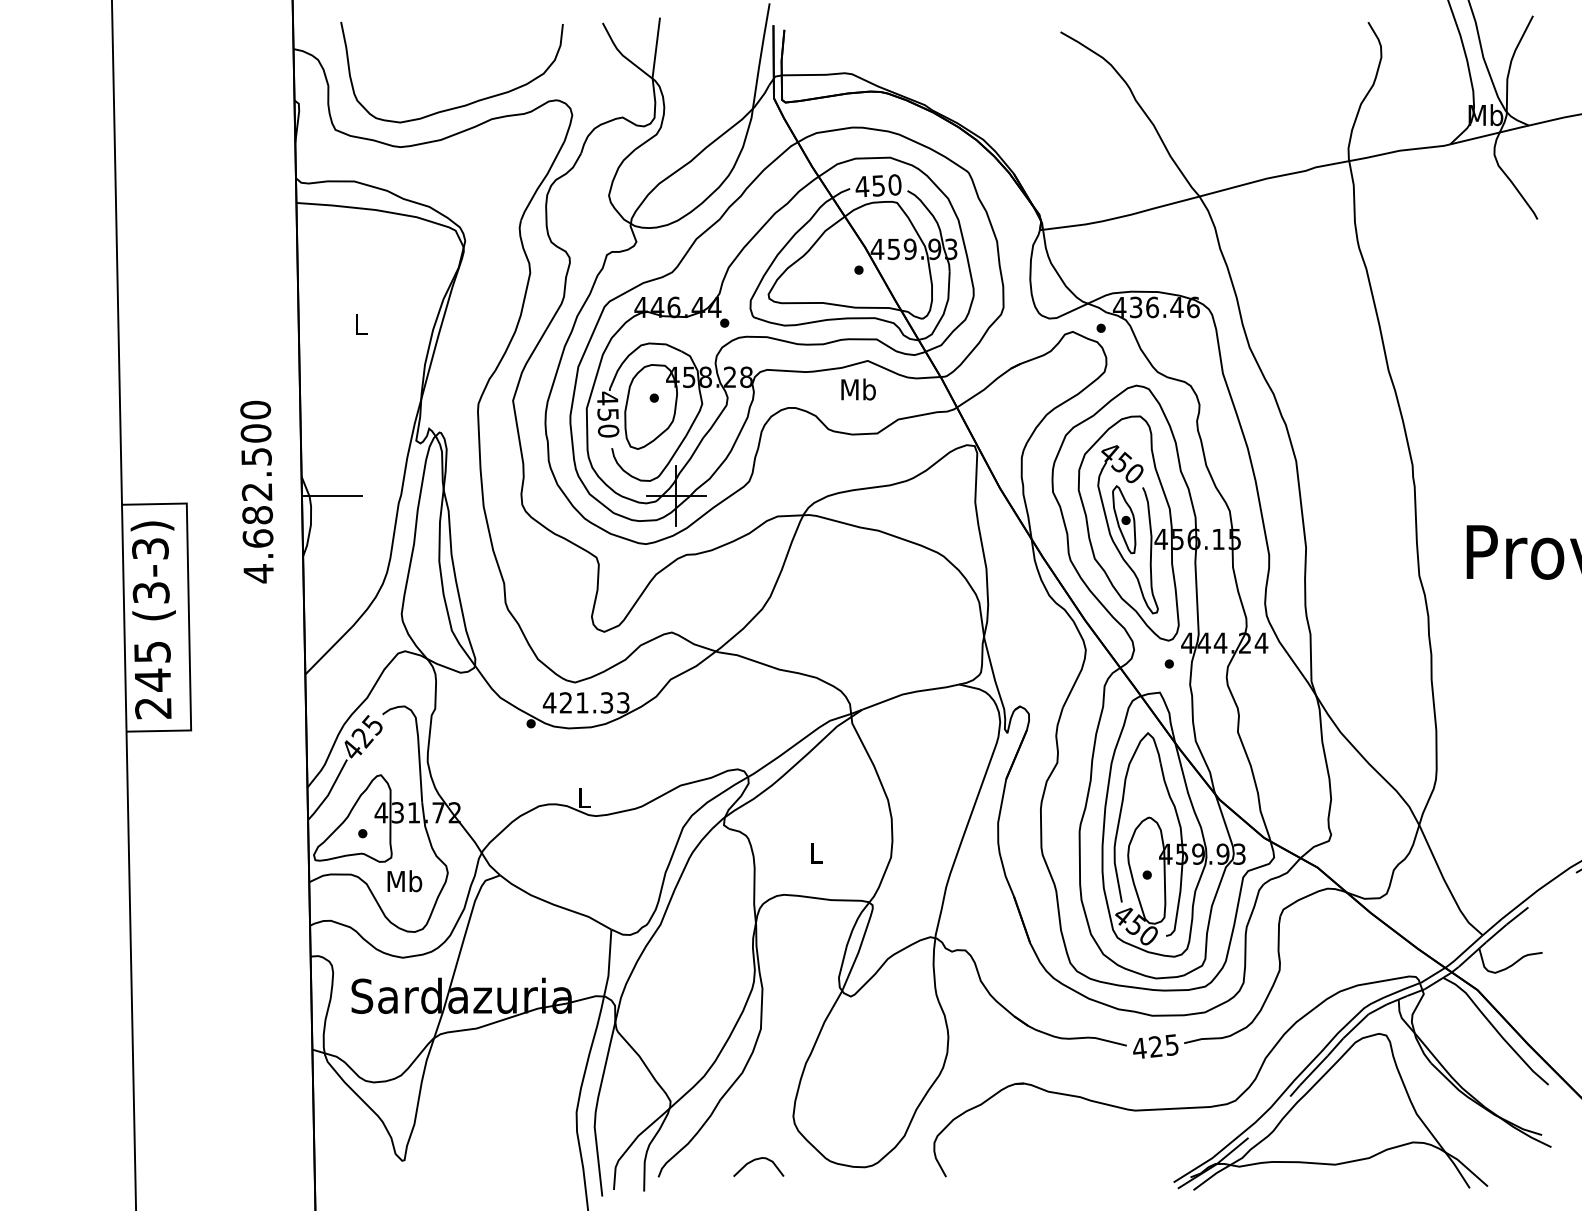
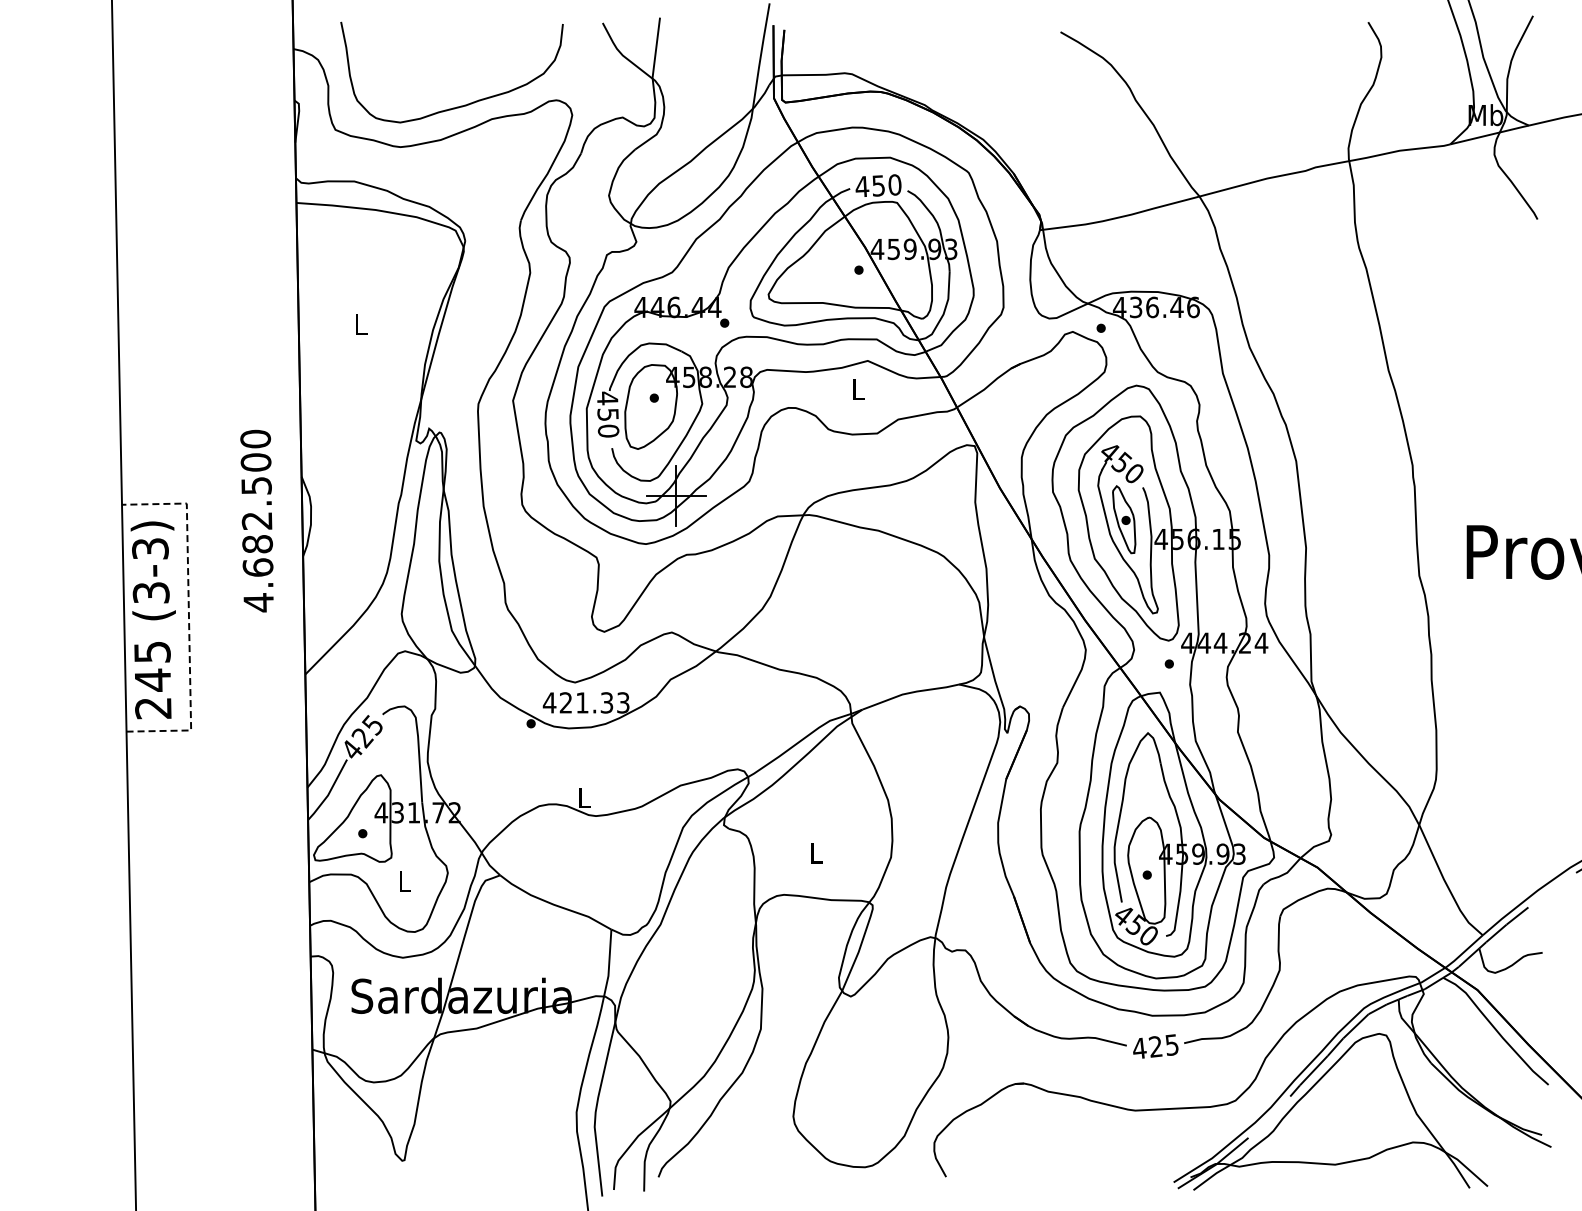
text at (858, 389): Mb -> L
text at (256, 491) position: (256, 491) -> (256, 520)
line at (331, 495): present -> none
line at (188, 616): solid -> dashed
text at (404, 881): Mb -> L
curve at (756, 1160): present -> none
